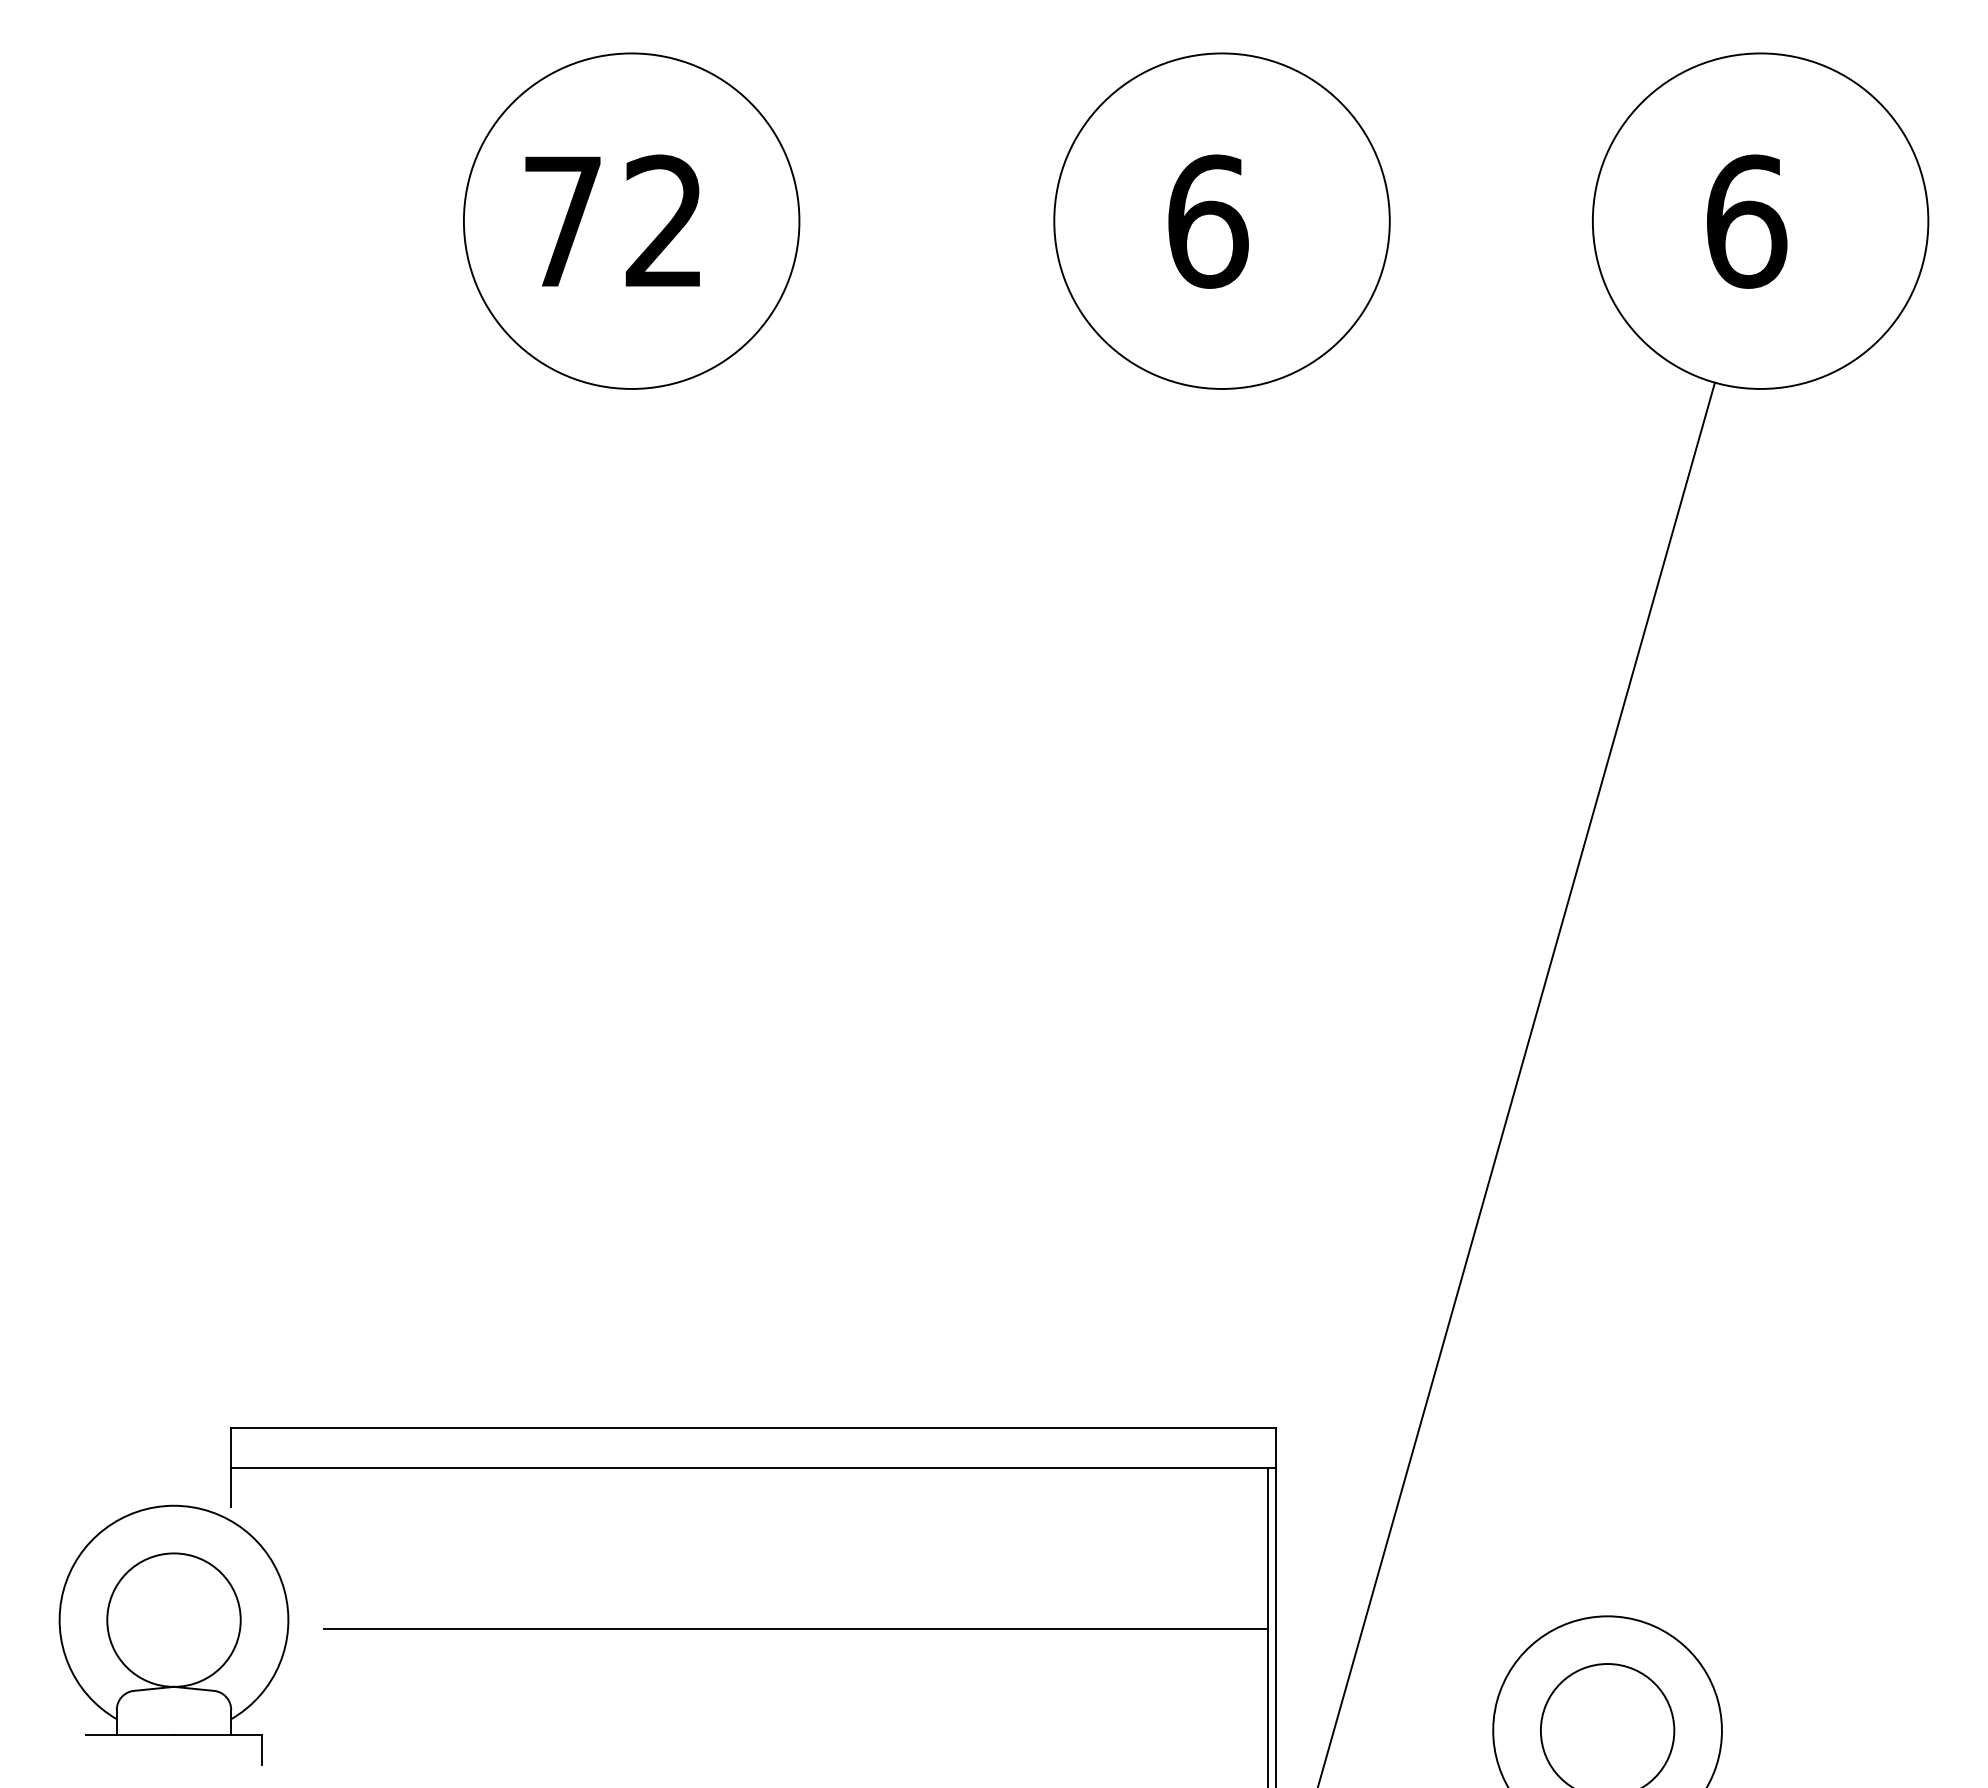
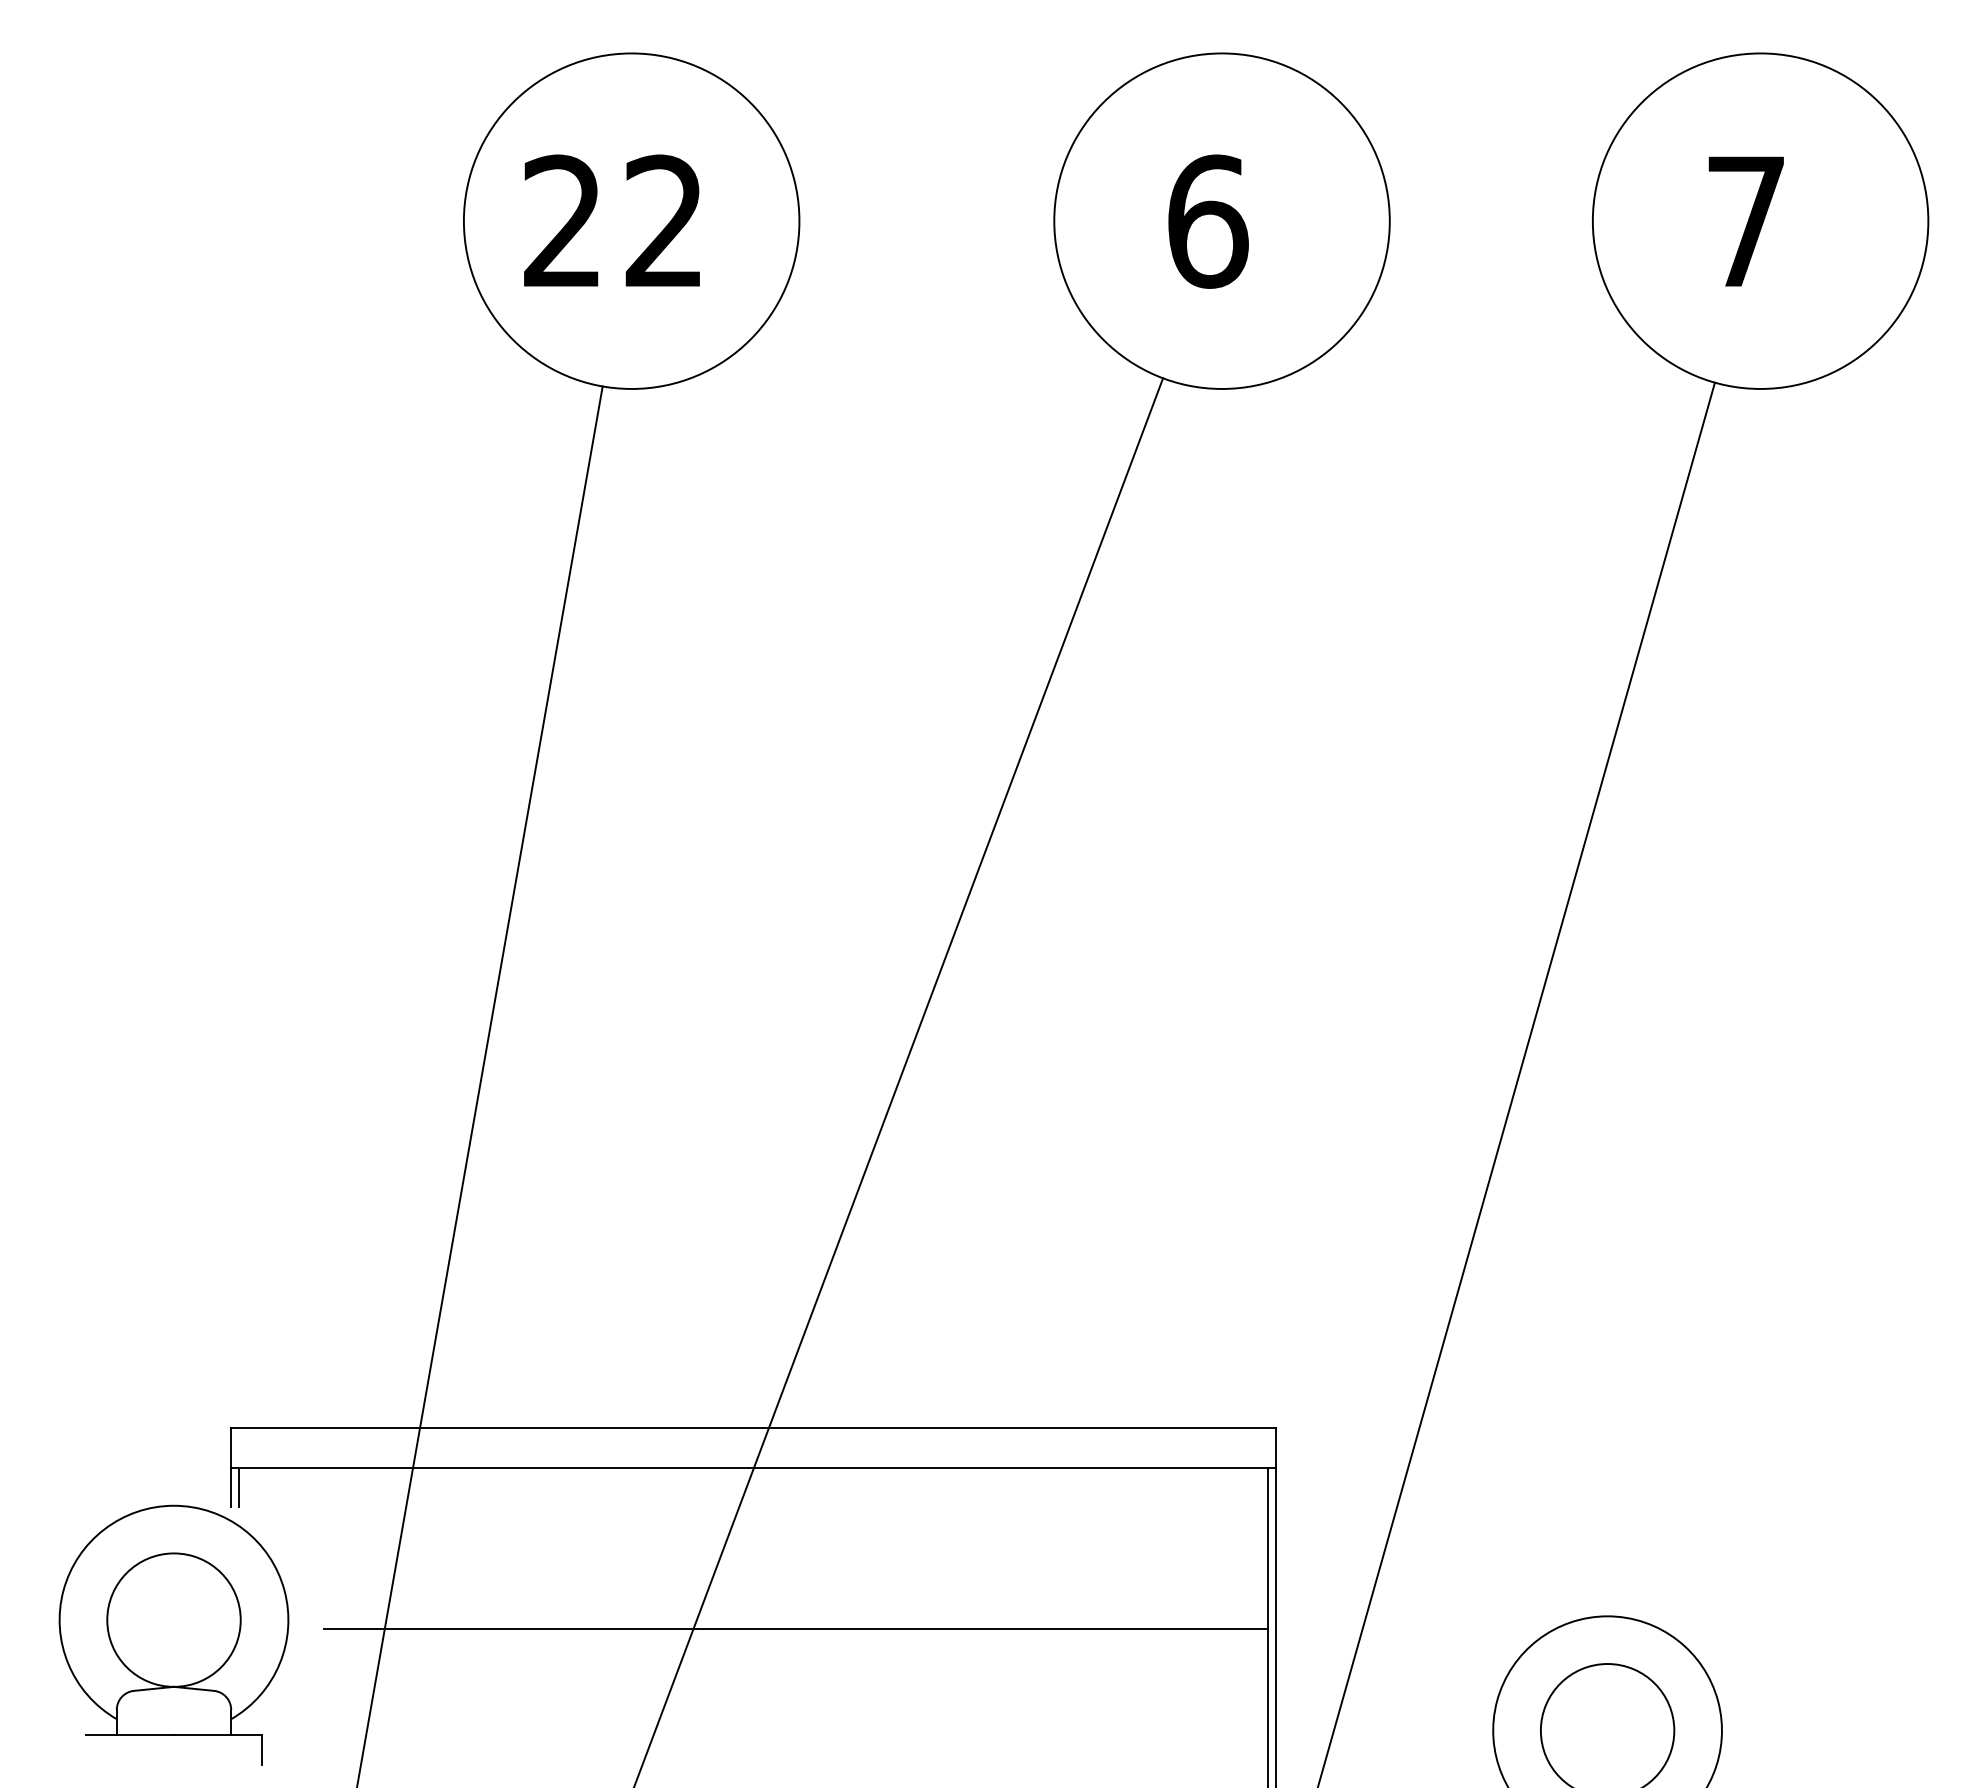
text at (562, 220): 72 -> 22
text at (1747, 221): 6 -> 7
line at (898, 1081): none -> present
line at (479, 1085): none -> present
line at (238, 1486): none -> present
